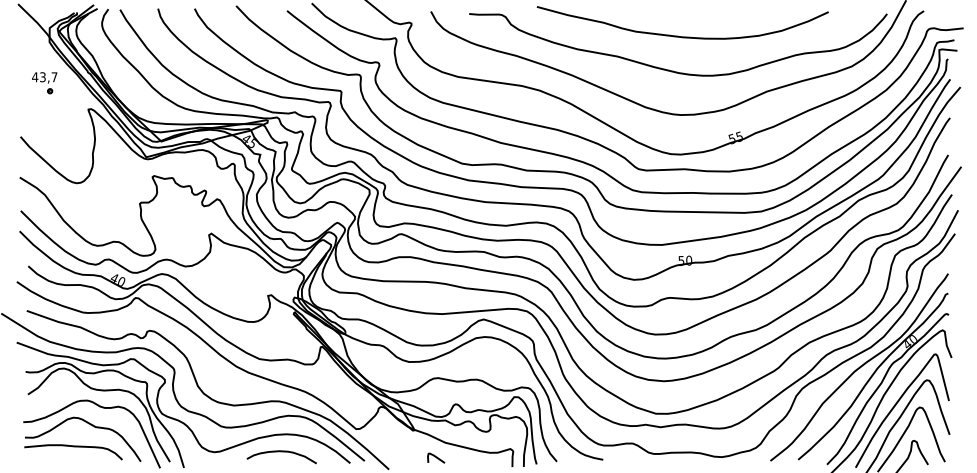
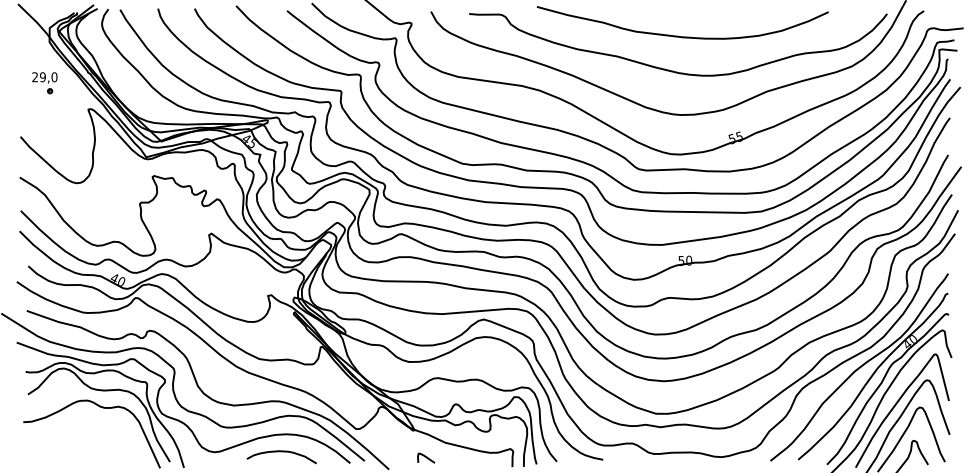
text at (44, 77): 43,7 -> 29,0
part at (82, 445): present -> none
curve at (436, 457) position: (436, 457) -> (426, 457)
